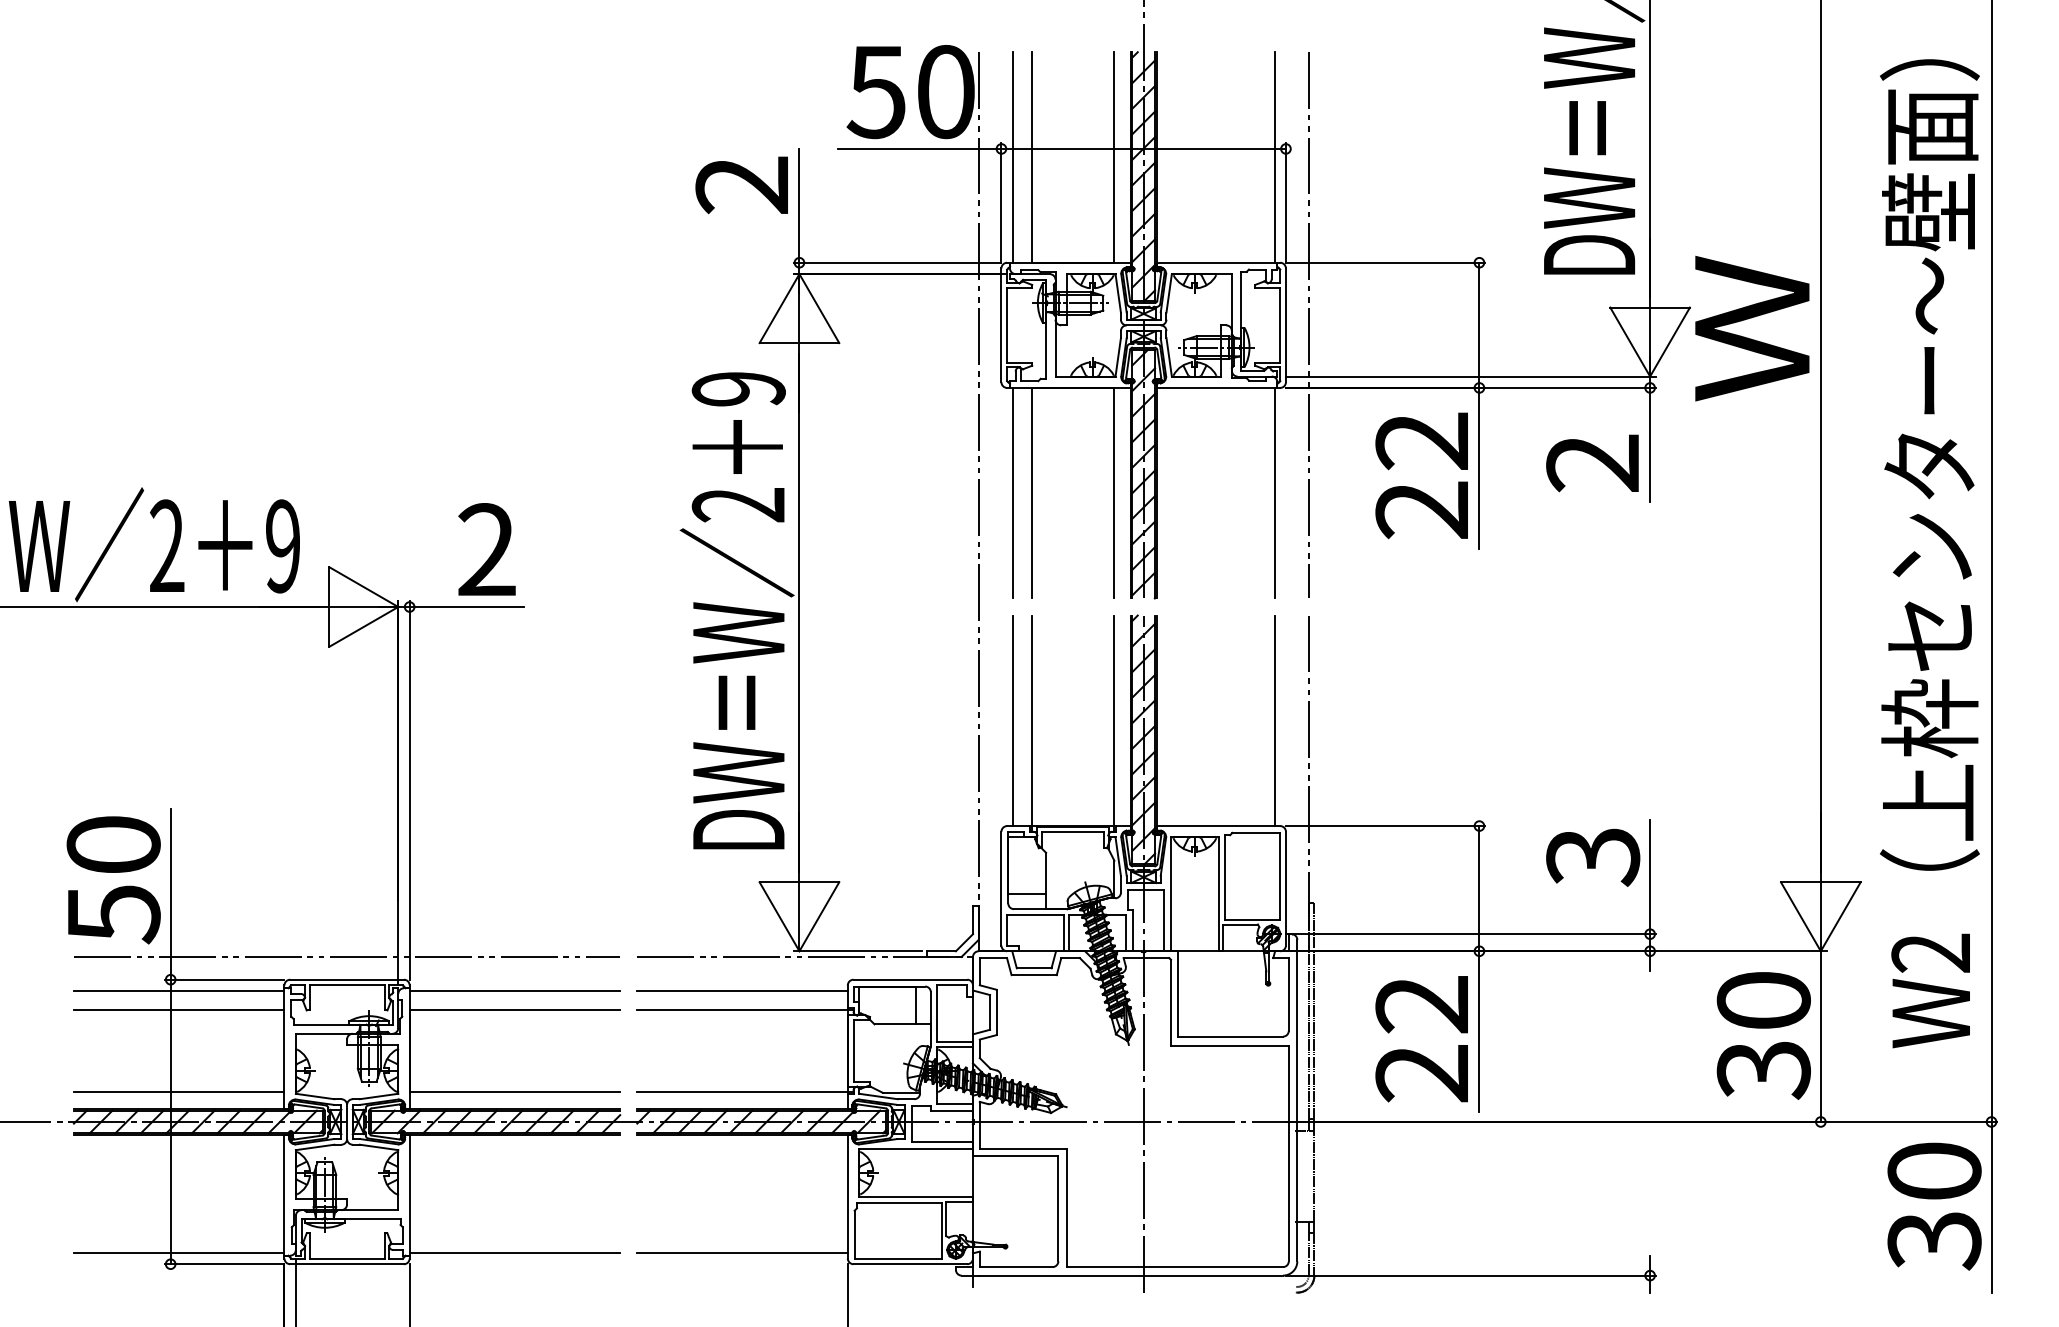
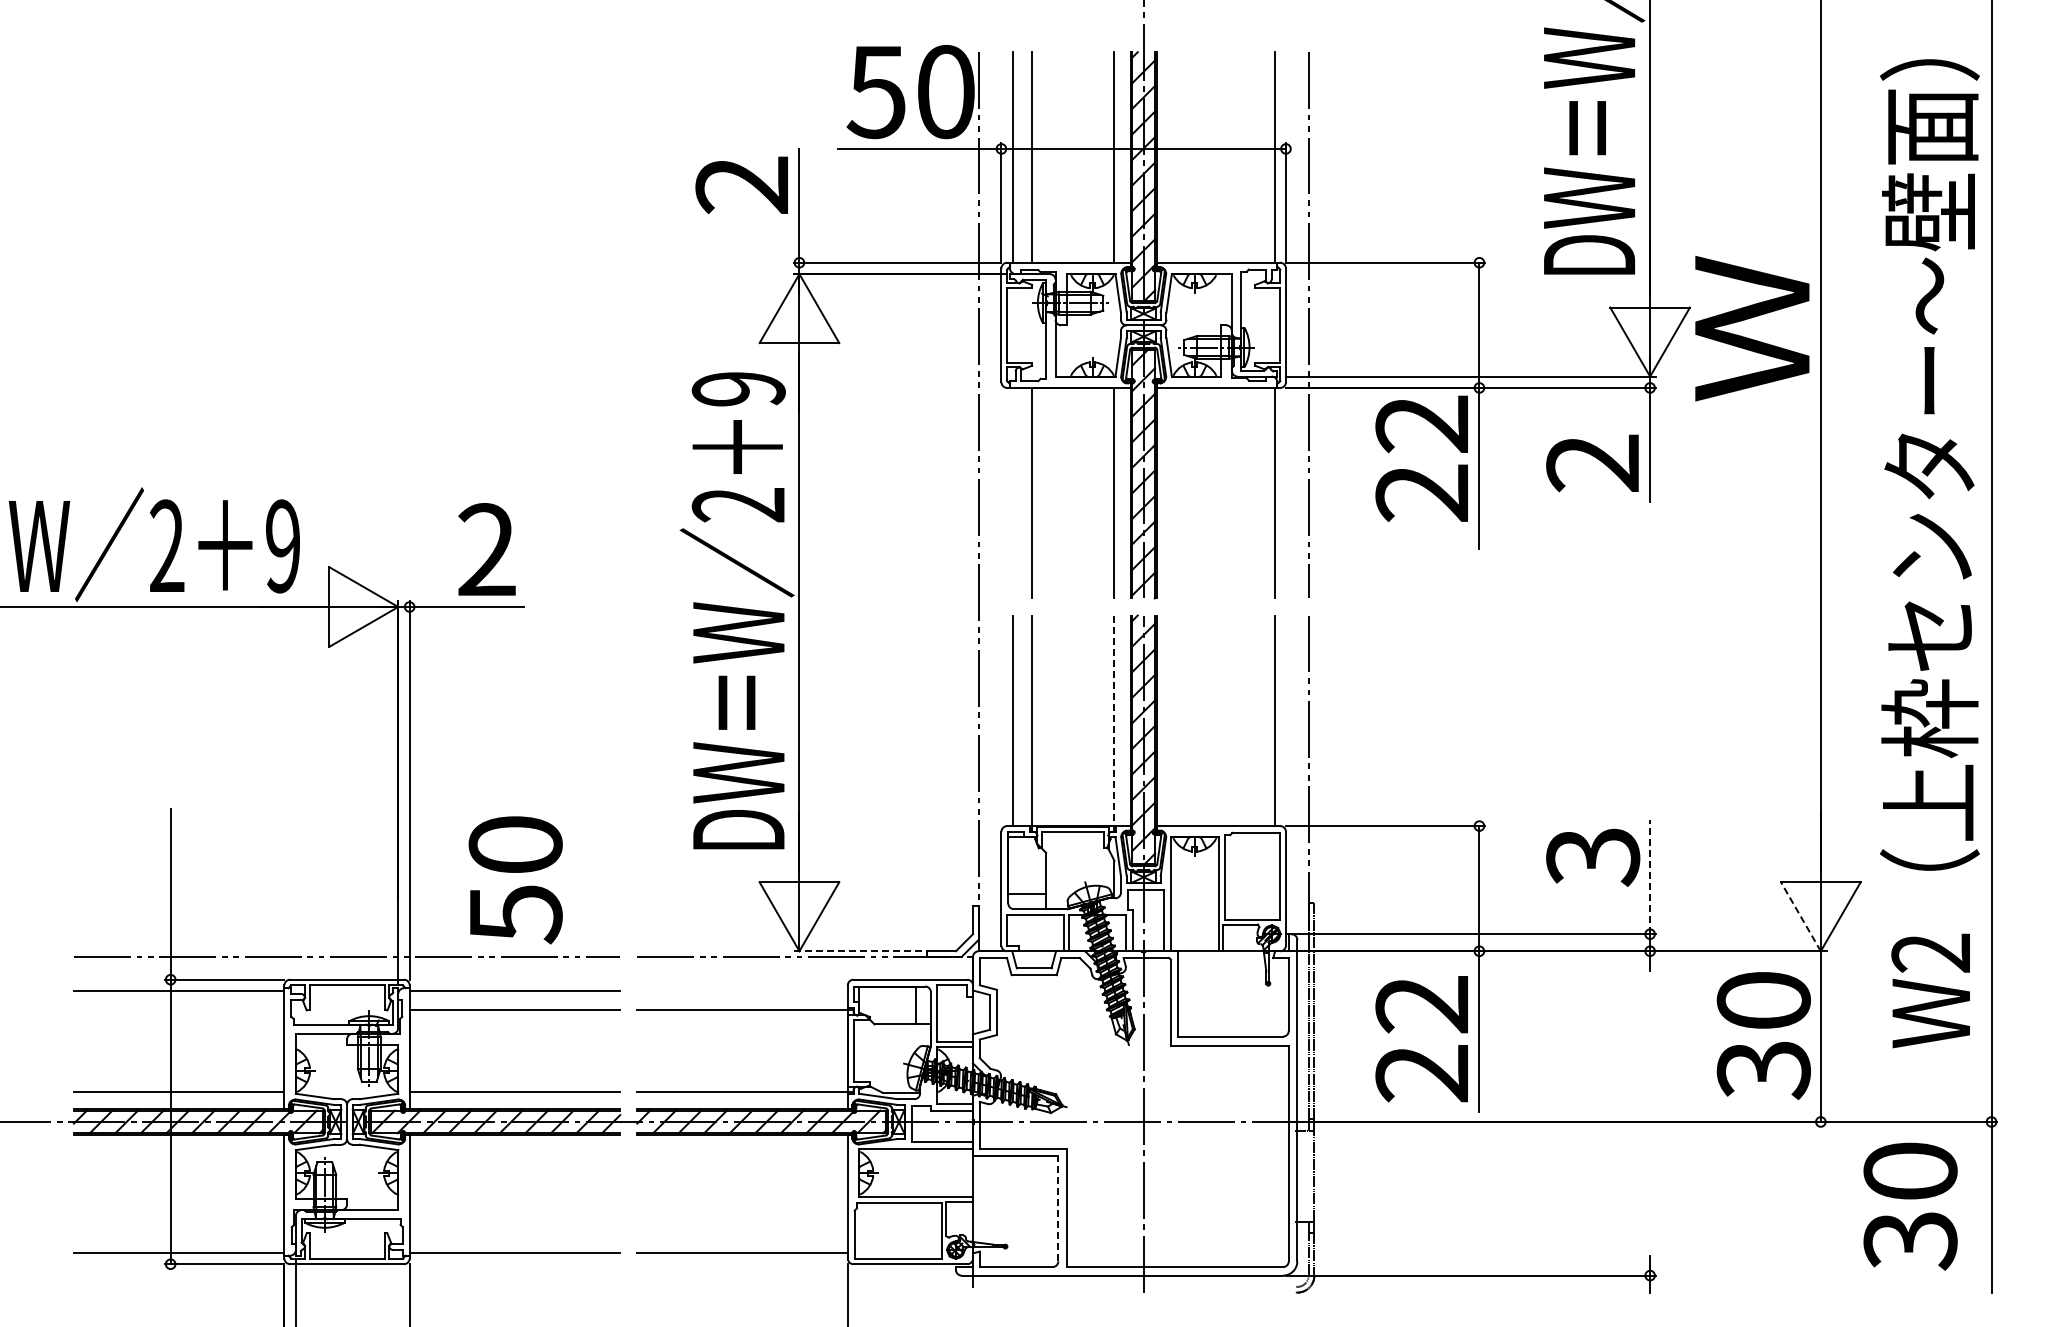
text at (1421, 475) position: (1421, 475) -> (1421, 458)
line at (1012, 492): present -> none
line at (1114, 721): solid -> dashed
line at (1650, 876): solid -> dashed
text at (113, 880) position: (113, 880) -> (515, 880)
line at (1800, 916): solid -> dashed
line at (857, 951): solid -> dashed
line at (742, 991): present -> none
line at (178, 1009): present -> none
text at (1934, 1206) position: (1934, 1206) -> (1910, 1206)
line at (1058, 1208): solid -> dashed
